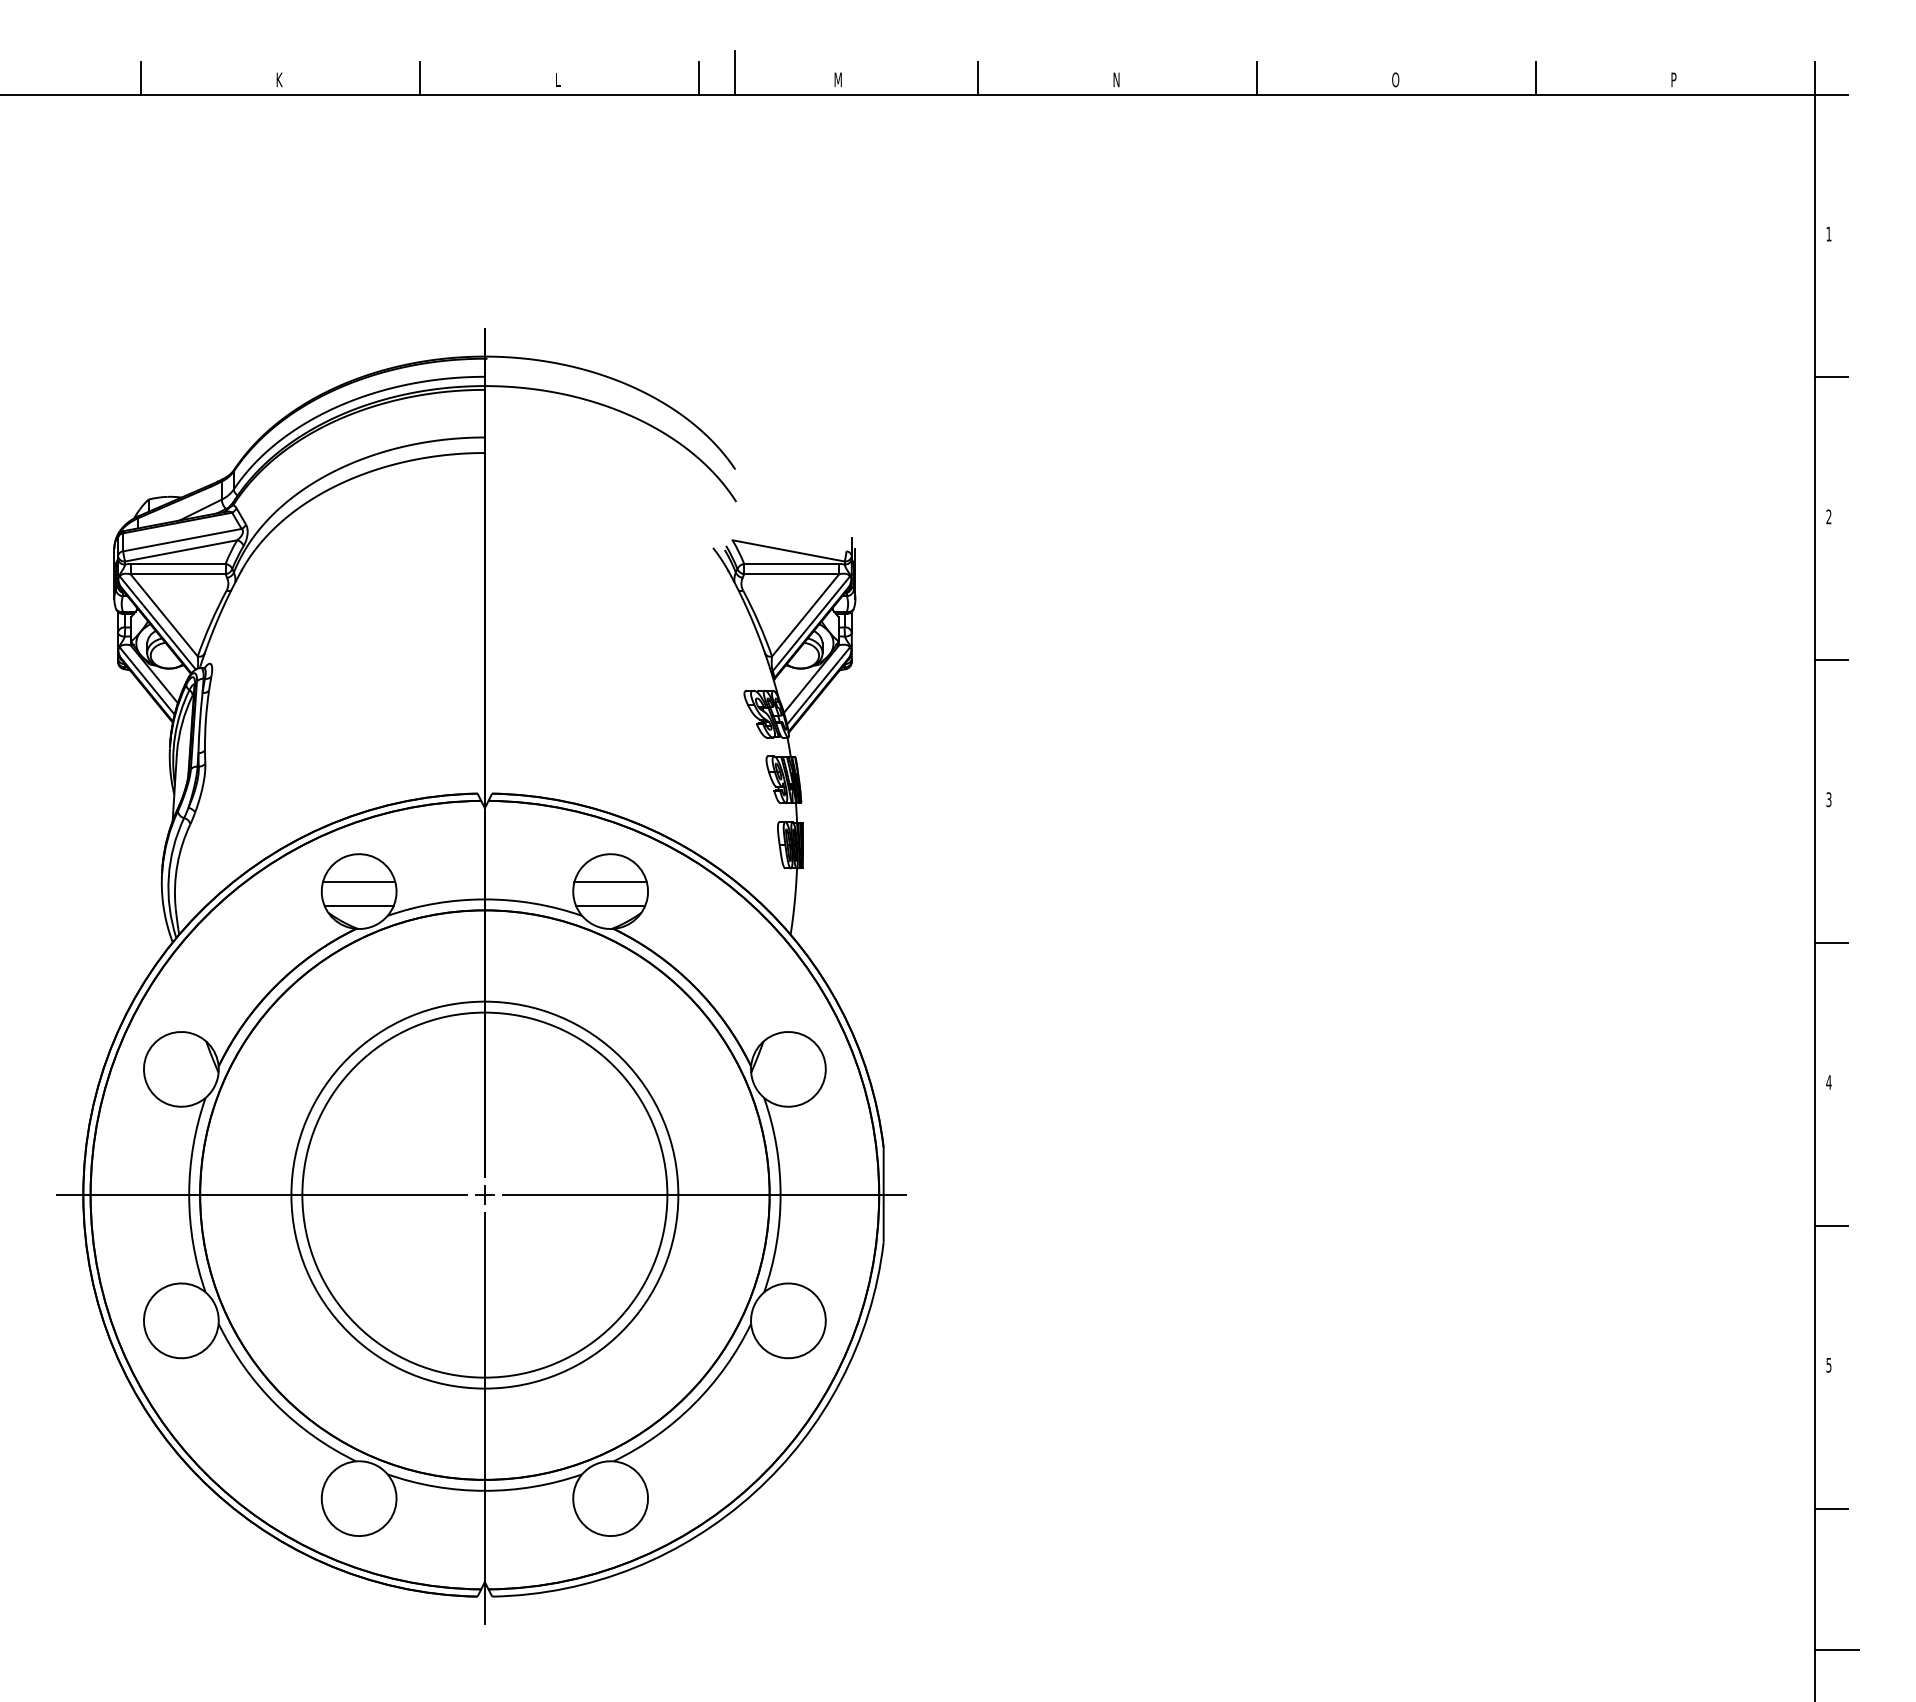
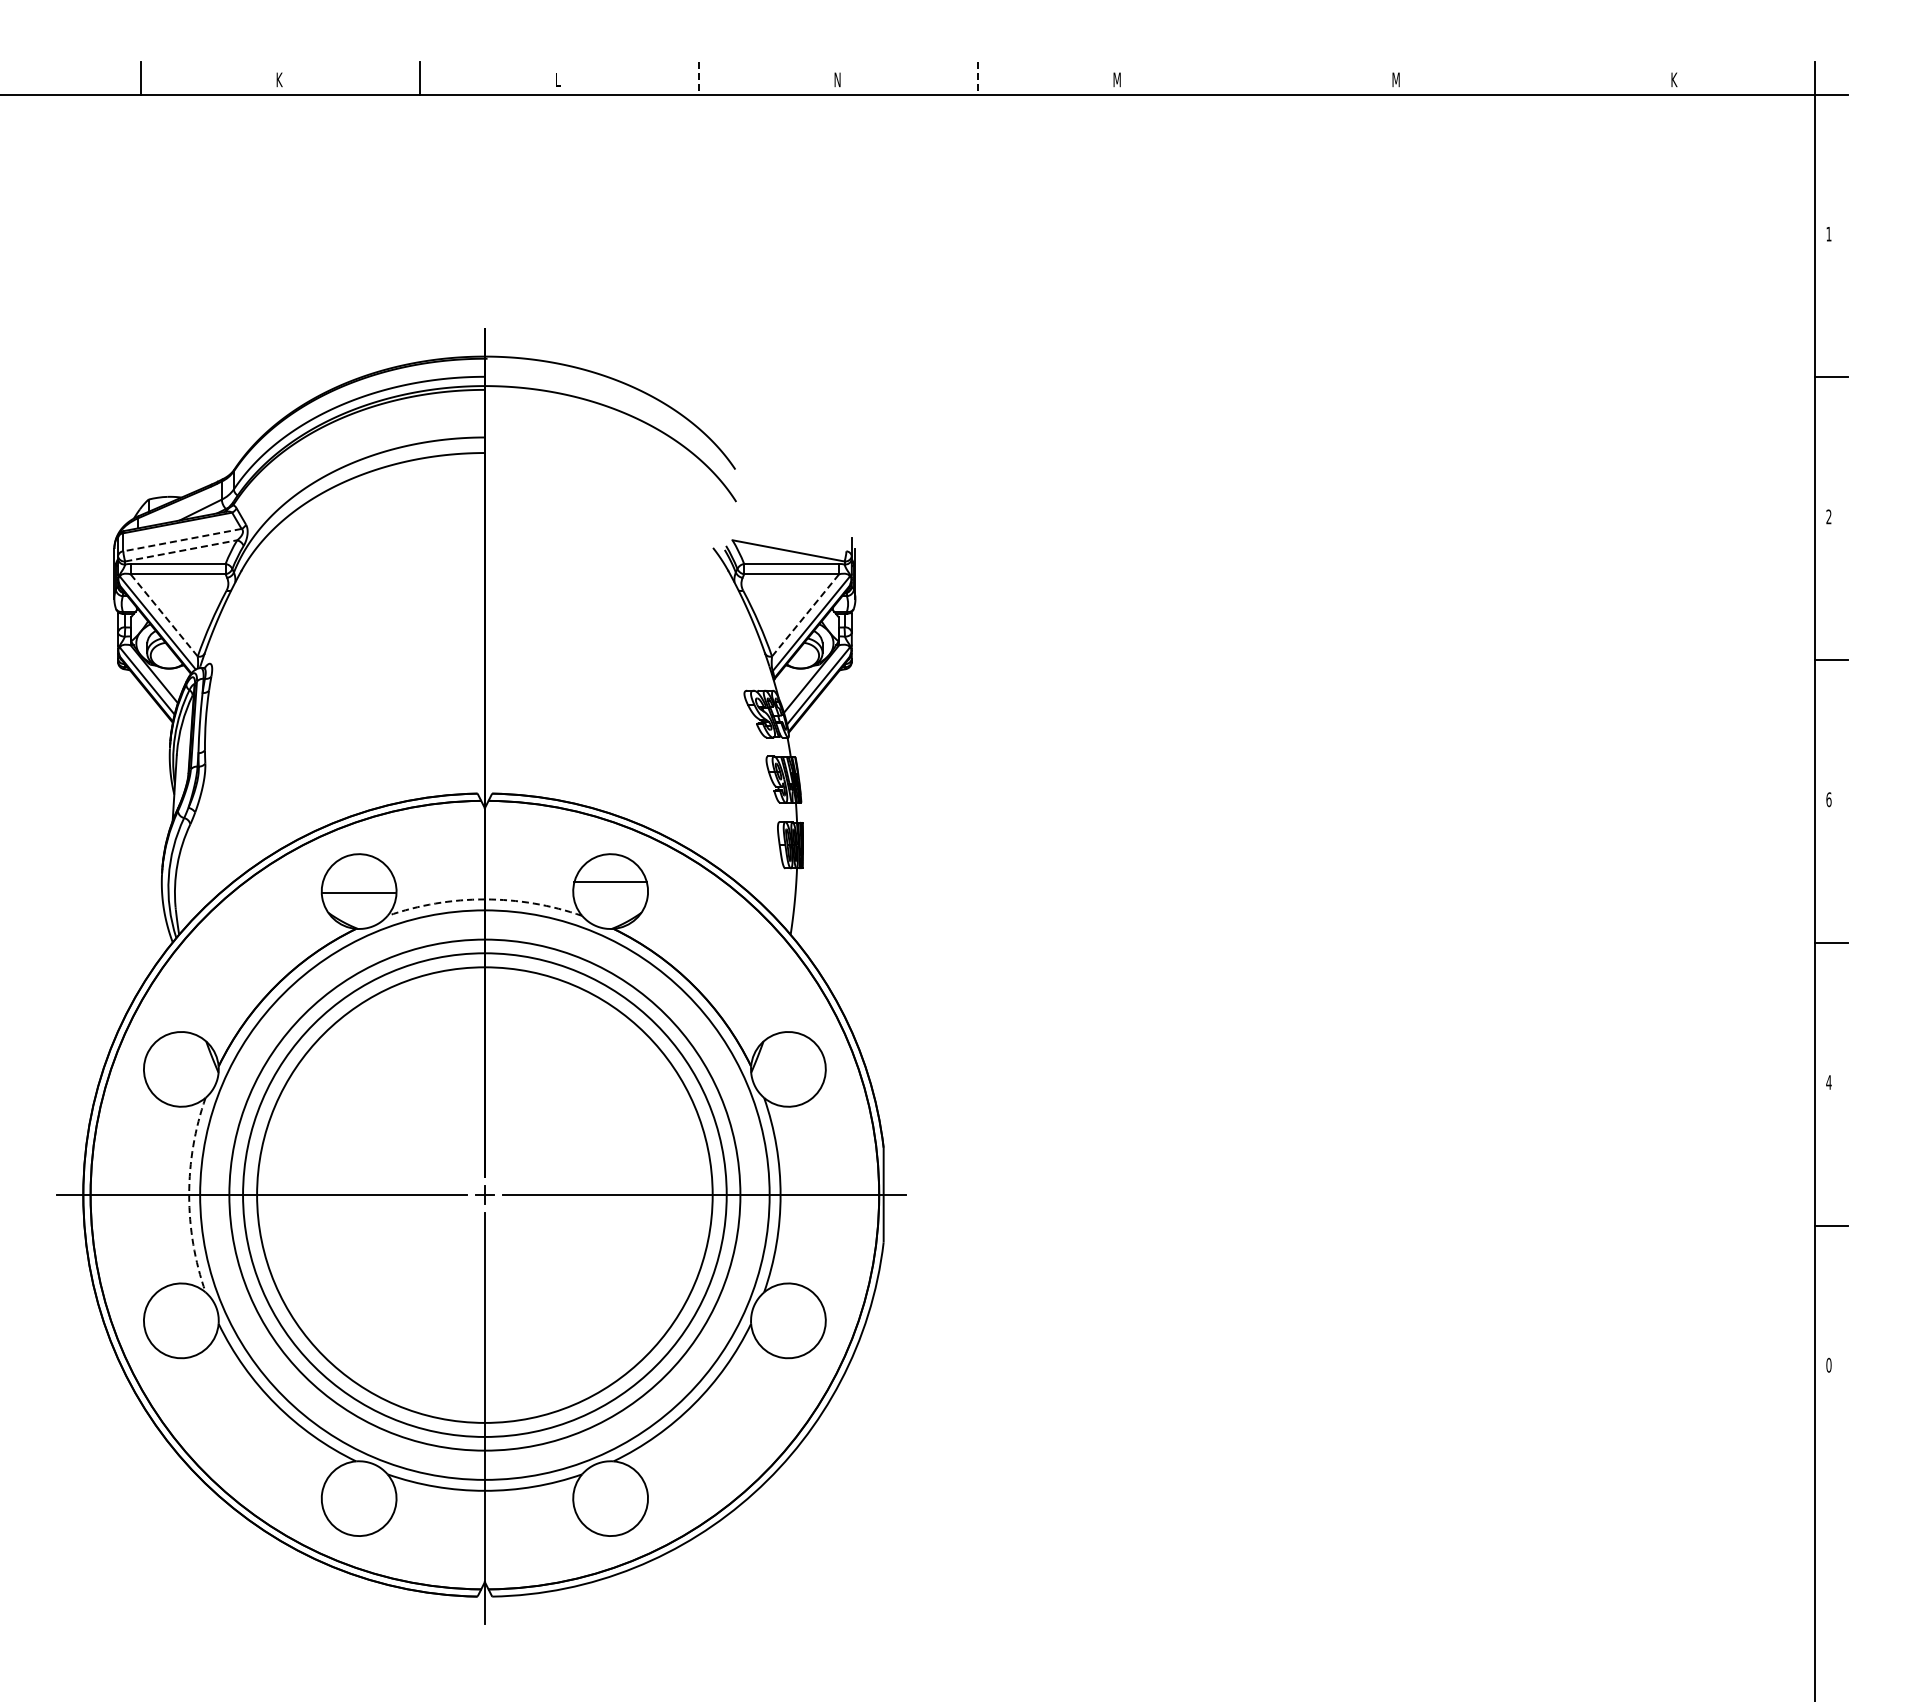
line at (734, 72): present -> none
line at (1257, 78): present -> none
line at (1535, 78): present -> none
line at (699, 79): solid -> dashed
text at (838, 79): M -> N
line at (978, 79): solid -> dashed
text at (1117, 79): N -> M
text at (1395, 79): O -> M
text at (1674, 79): P -> K
line at (182, 540): solid -> dashed
line at (181, 550): solid -> dashed
line at (163, 615): solid -> dashed
line at (805, 615): solid -> dashed
text at (1828, 799): 3 -> 6
line at (359, 881) position: (359, 881) -> (359, 892)
arc at (484, 899): solid -> dashed
line at (358, 906): present -> none
line at (610, 906): present -> none
circle at (484, 1194) diameter: 365 px -> 511 px
circle at (484, 1194) diameter: 387 px -> 484 px
circle at (484, 1194) diameter: 570 px -> 456 px
arc at (189, 1195): solid -> dashed
text at (1828, 1364): 5 -> 0
line at (1830, 1508): present -> none
line at (1836, 1650): present -> none
